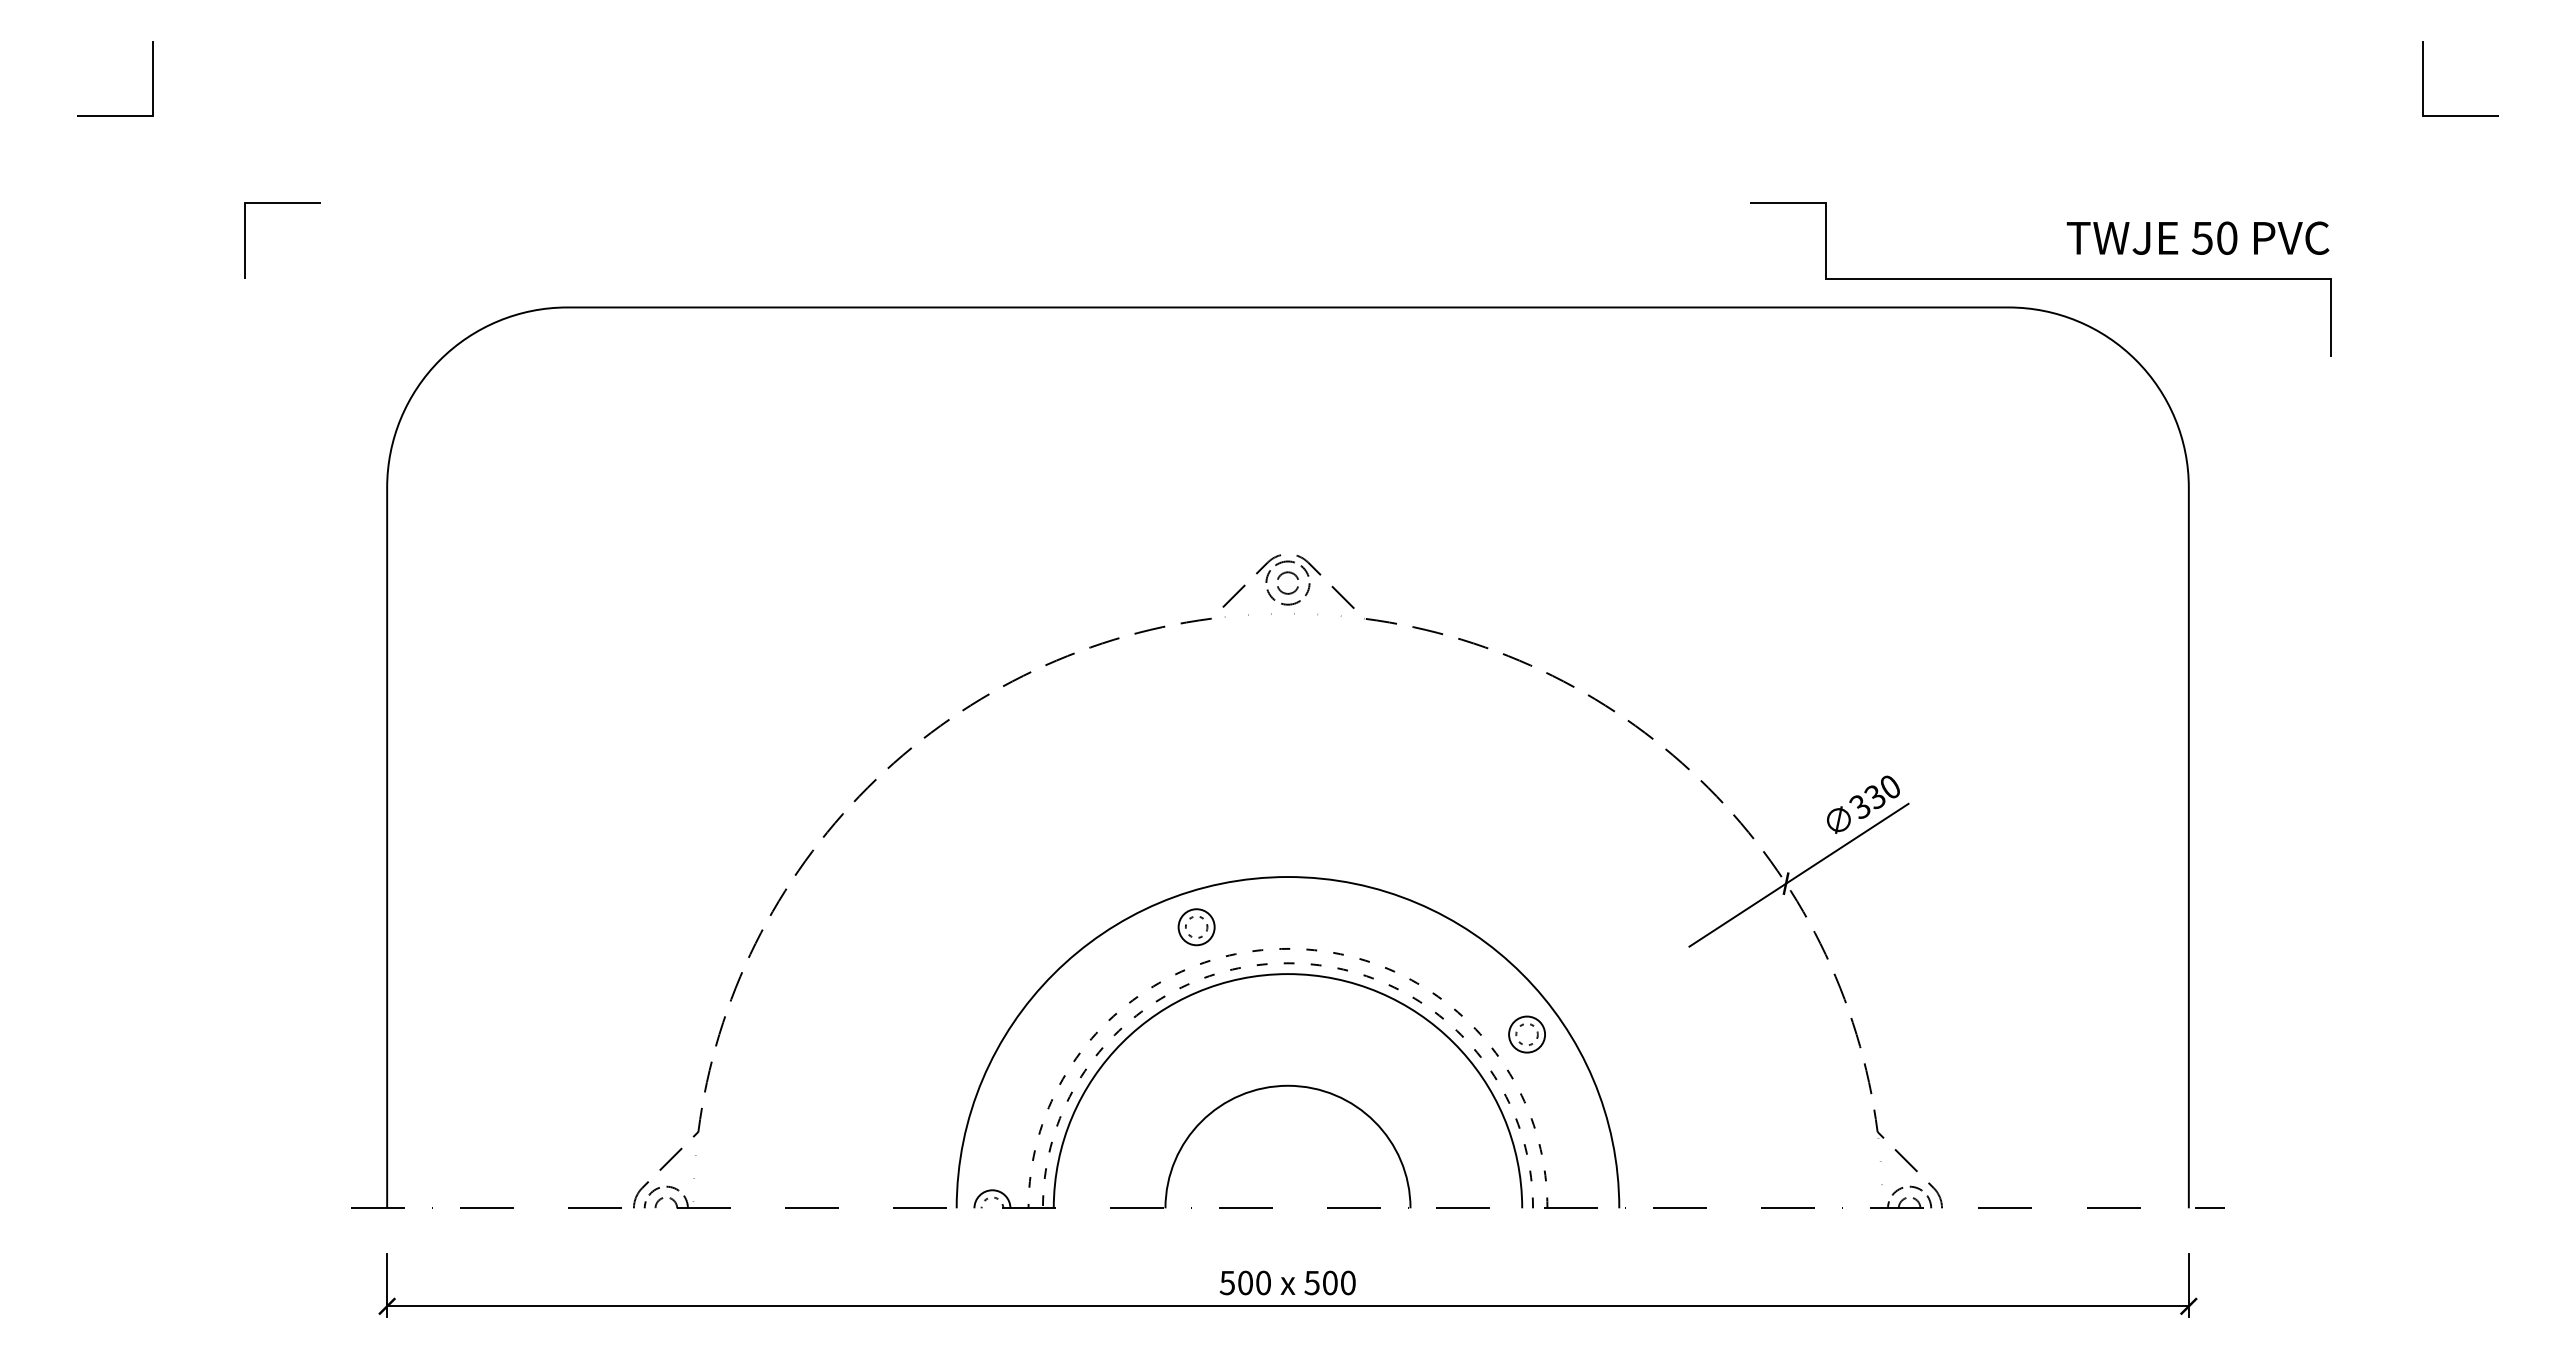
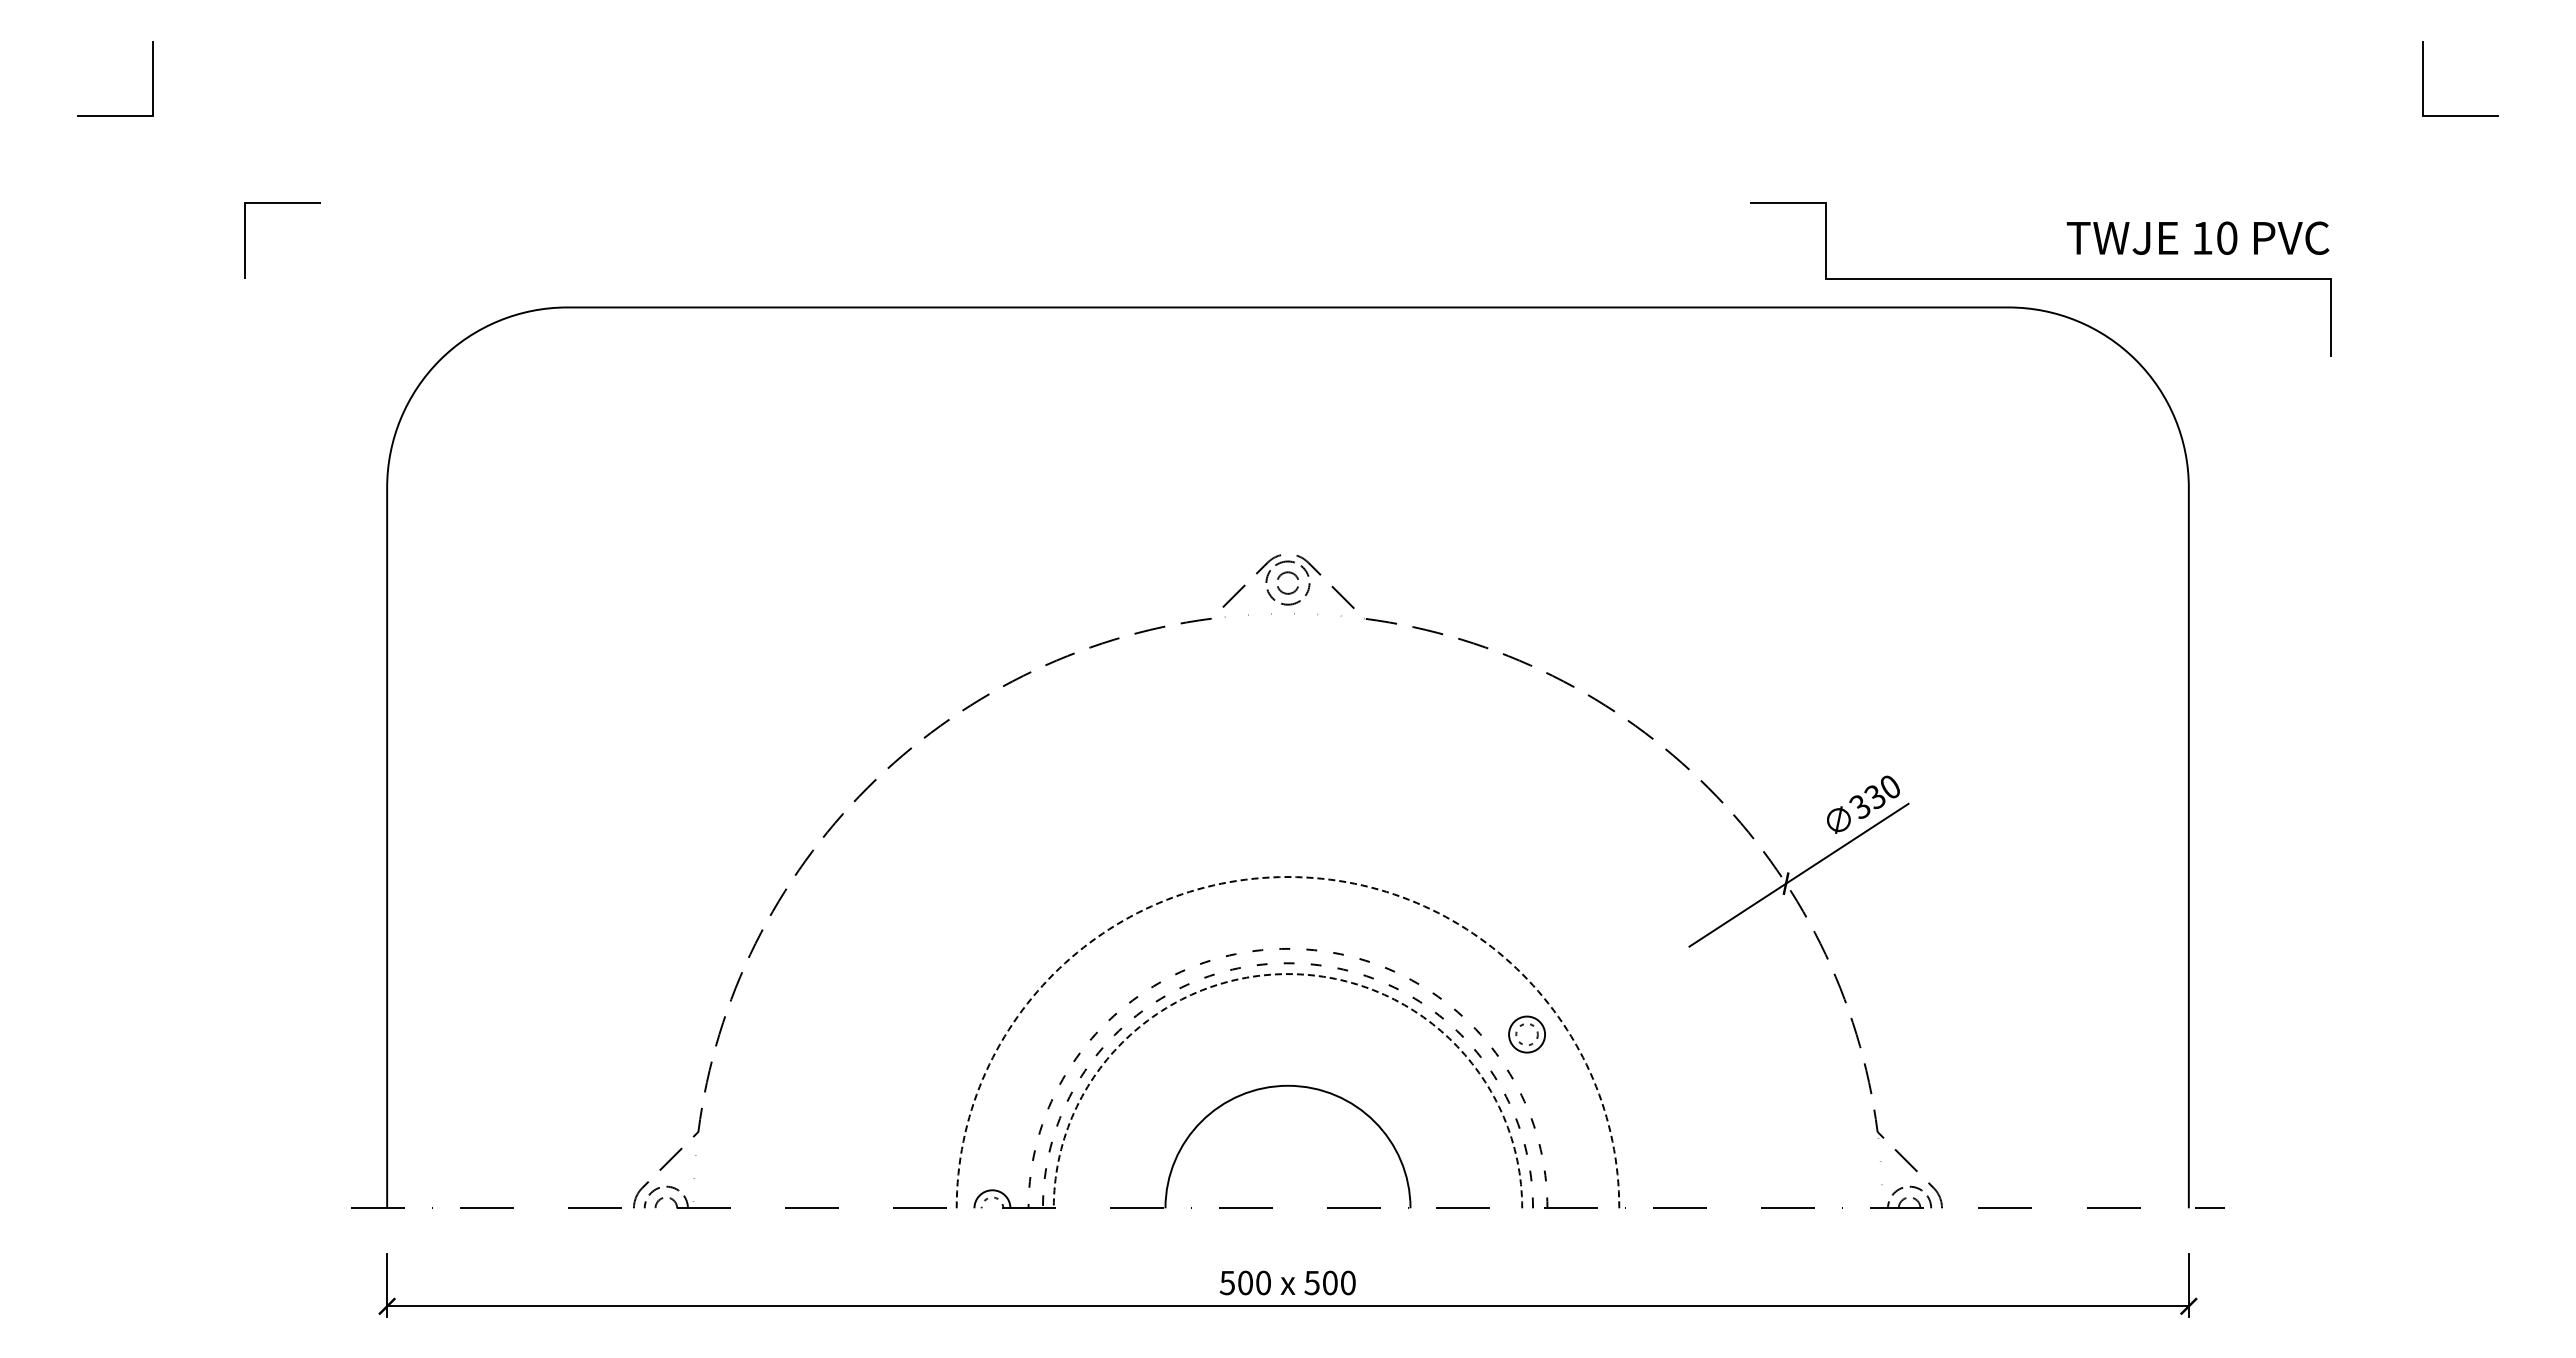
text at (2201, 238): 50 -> 10
arc at (1288, 877): solid -> dashed
part at (1196, 927): present -> none
arc at (1288, 974): solid -> dashed
